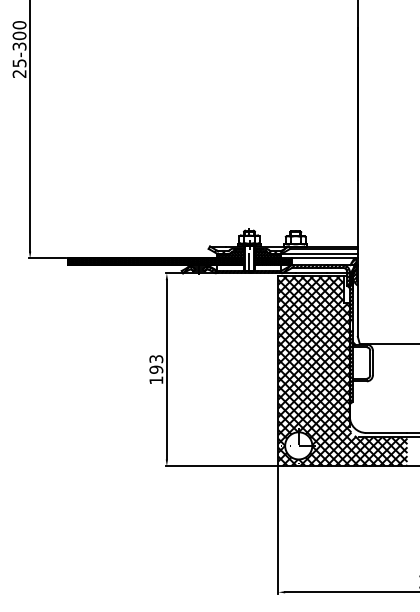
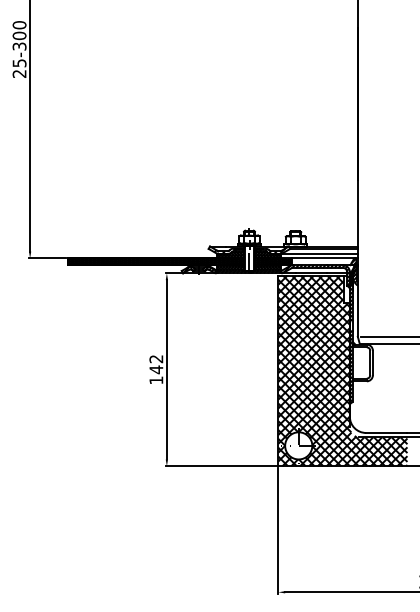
hatch at (230, 267): none -> present
hatch at (267, 267): none -> present
line at (388, 336): none -> present
text at (156, 364): 193 -> 142
